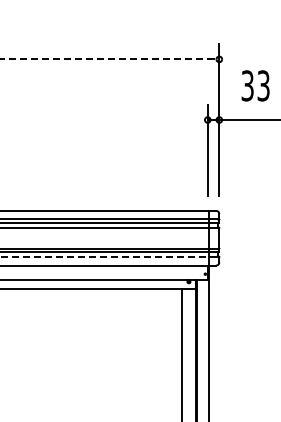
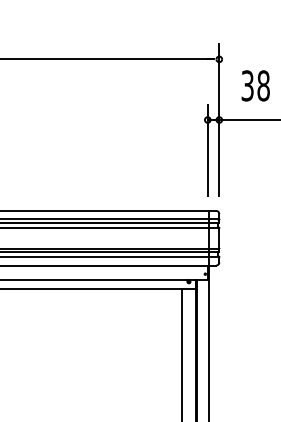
line at (106, 59): dashed -> solid
text at (263, 85): 33 -> 38
line at (104, 257): dashed -> solid
